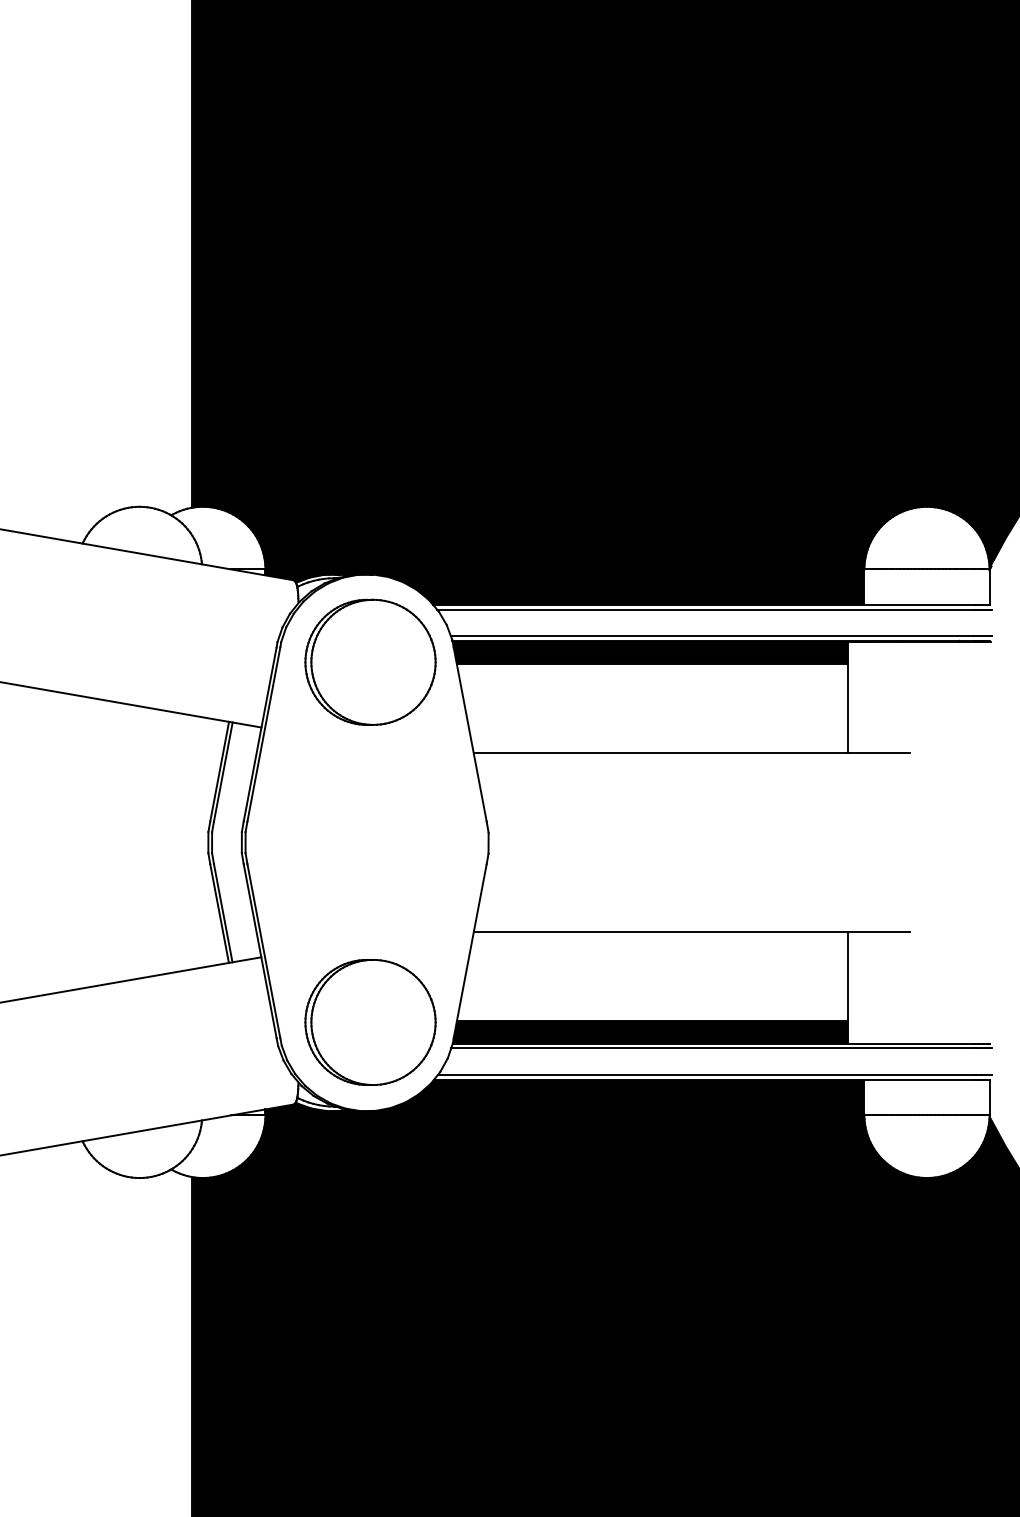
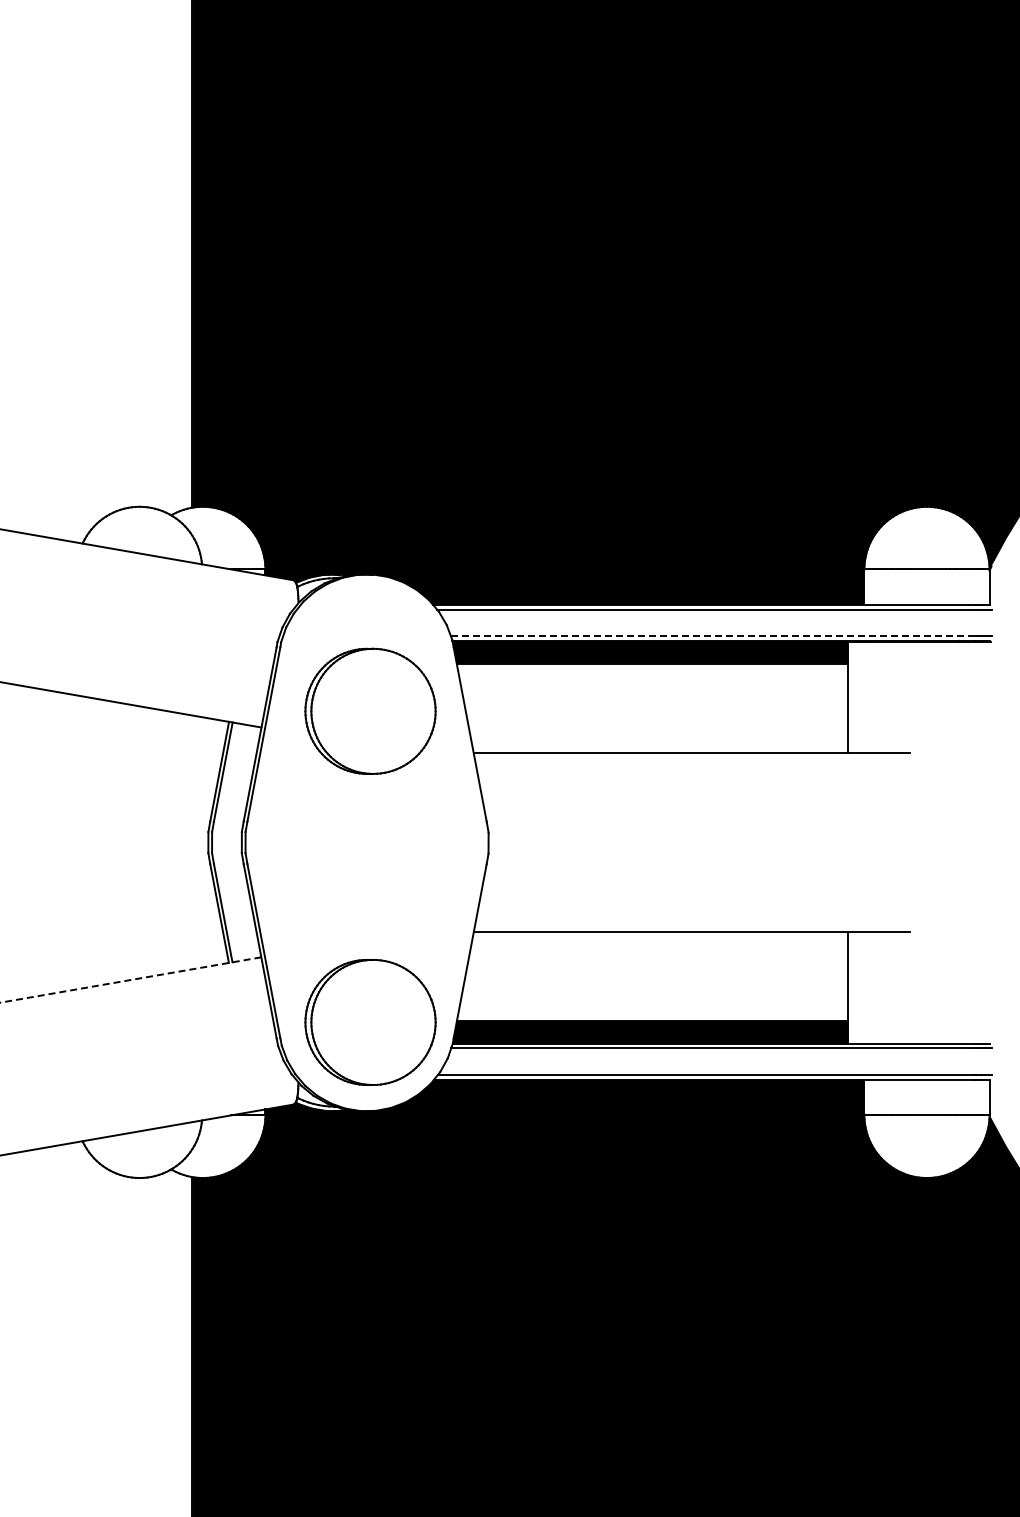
line at (712, 636): solid -> dashed
part at (370, 661) position: (370, 661) -> (370, 710)
line at (130, 980): solid -> dashed
